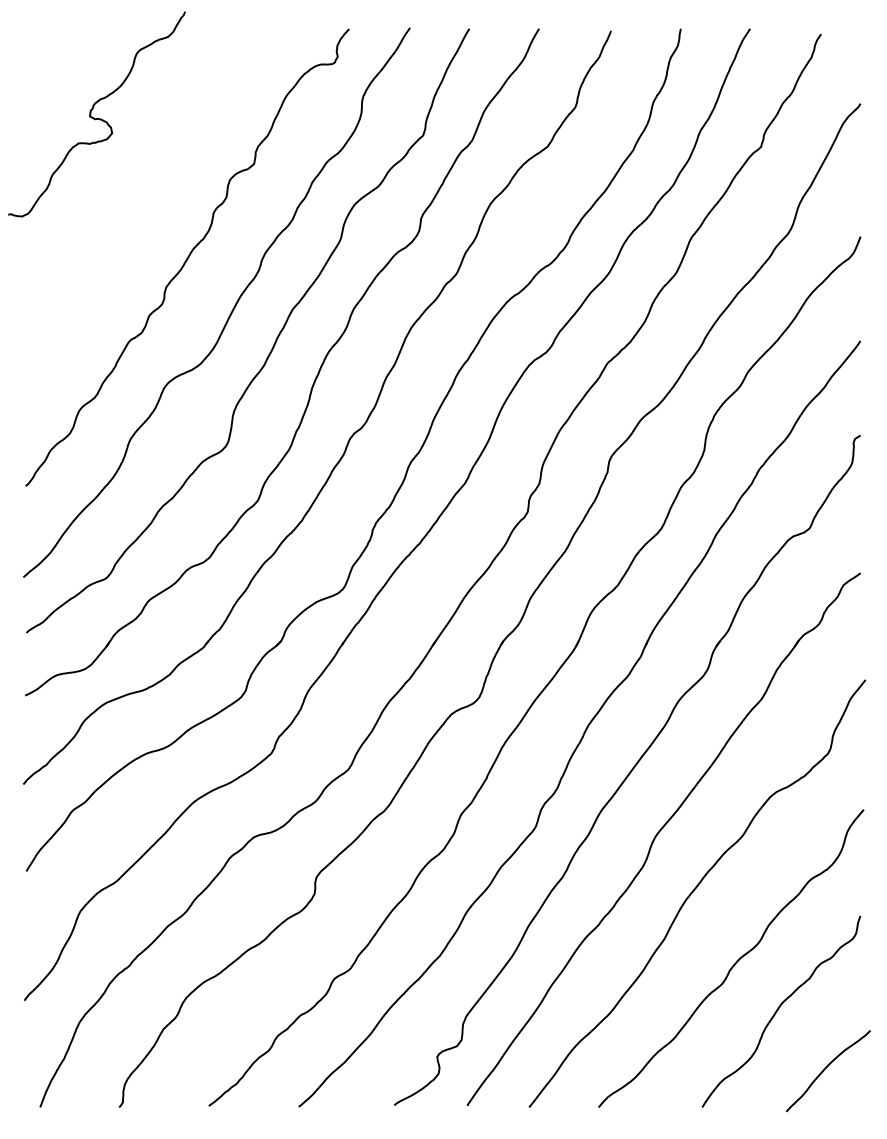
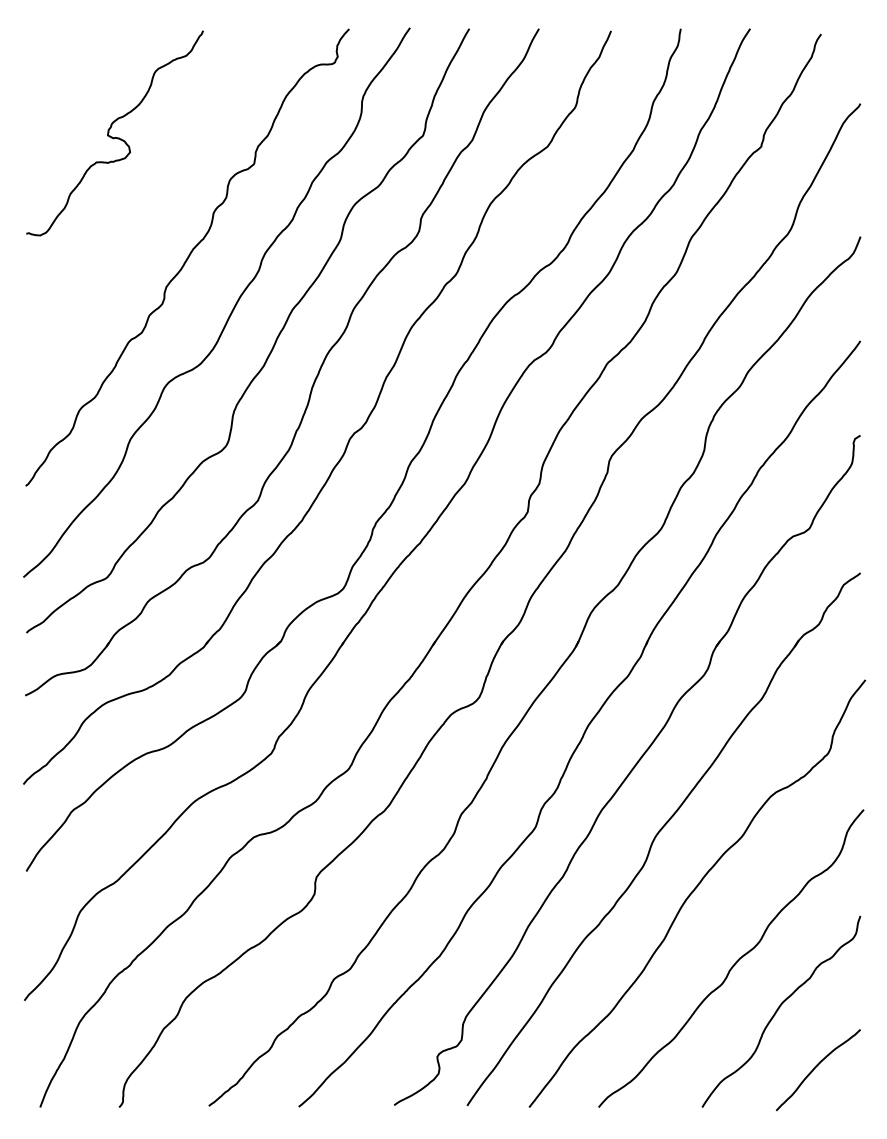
curve at (94, 117) position: (94, 117) -> (112, 136)
curve at (826, 1068) position: (826, 1068) -> (816, 1067)
